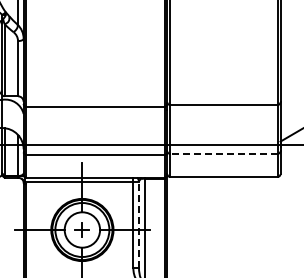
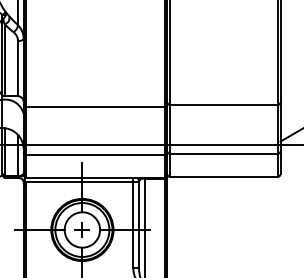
line at (223, 153): dashed -> solid
line at (139, 224): dashed -> solid
